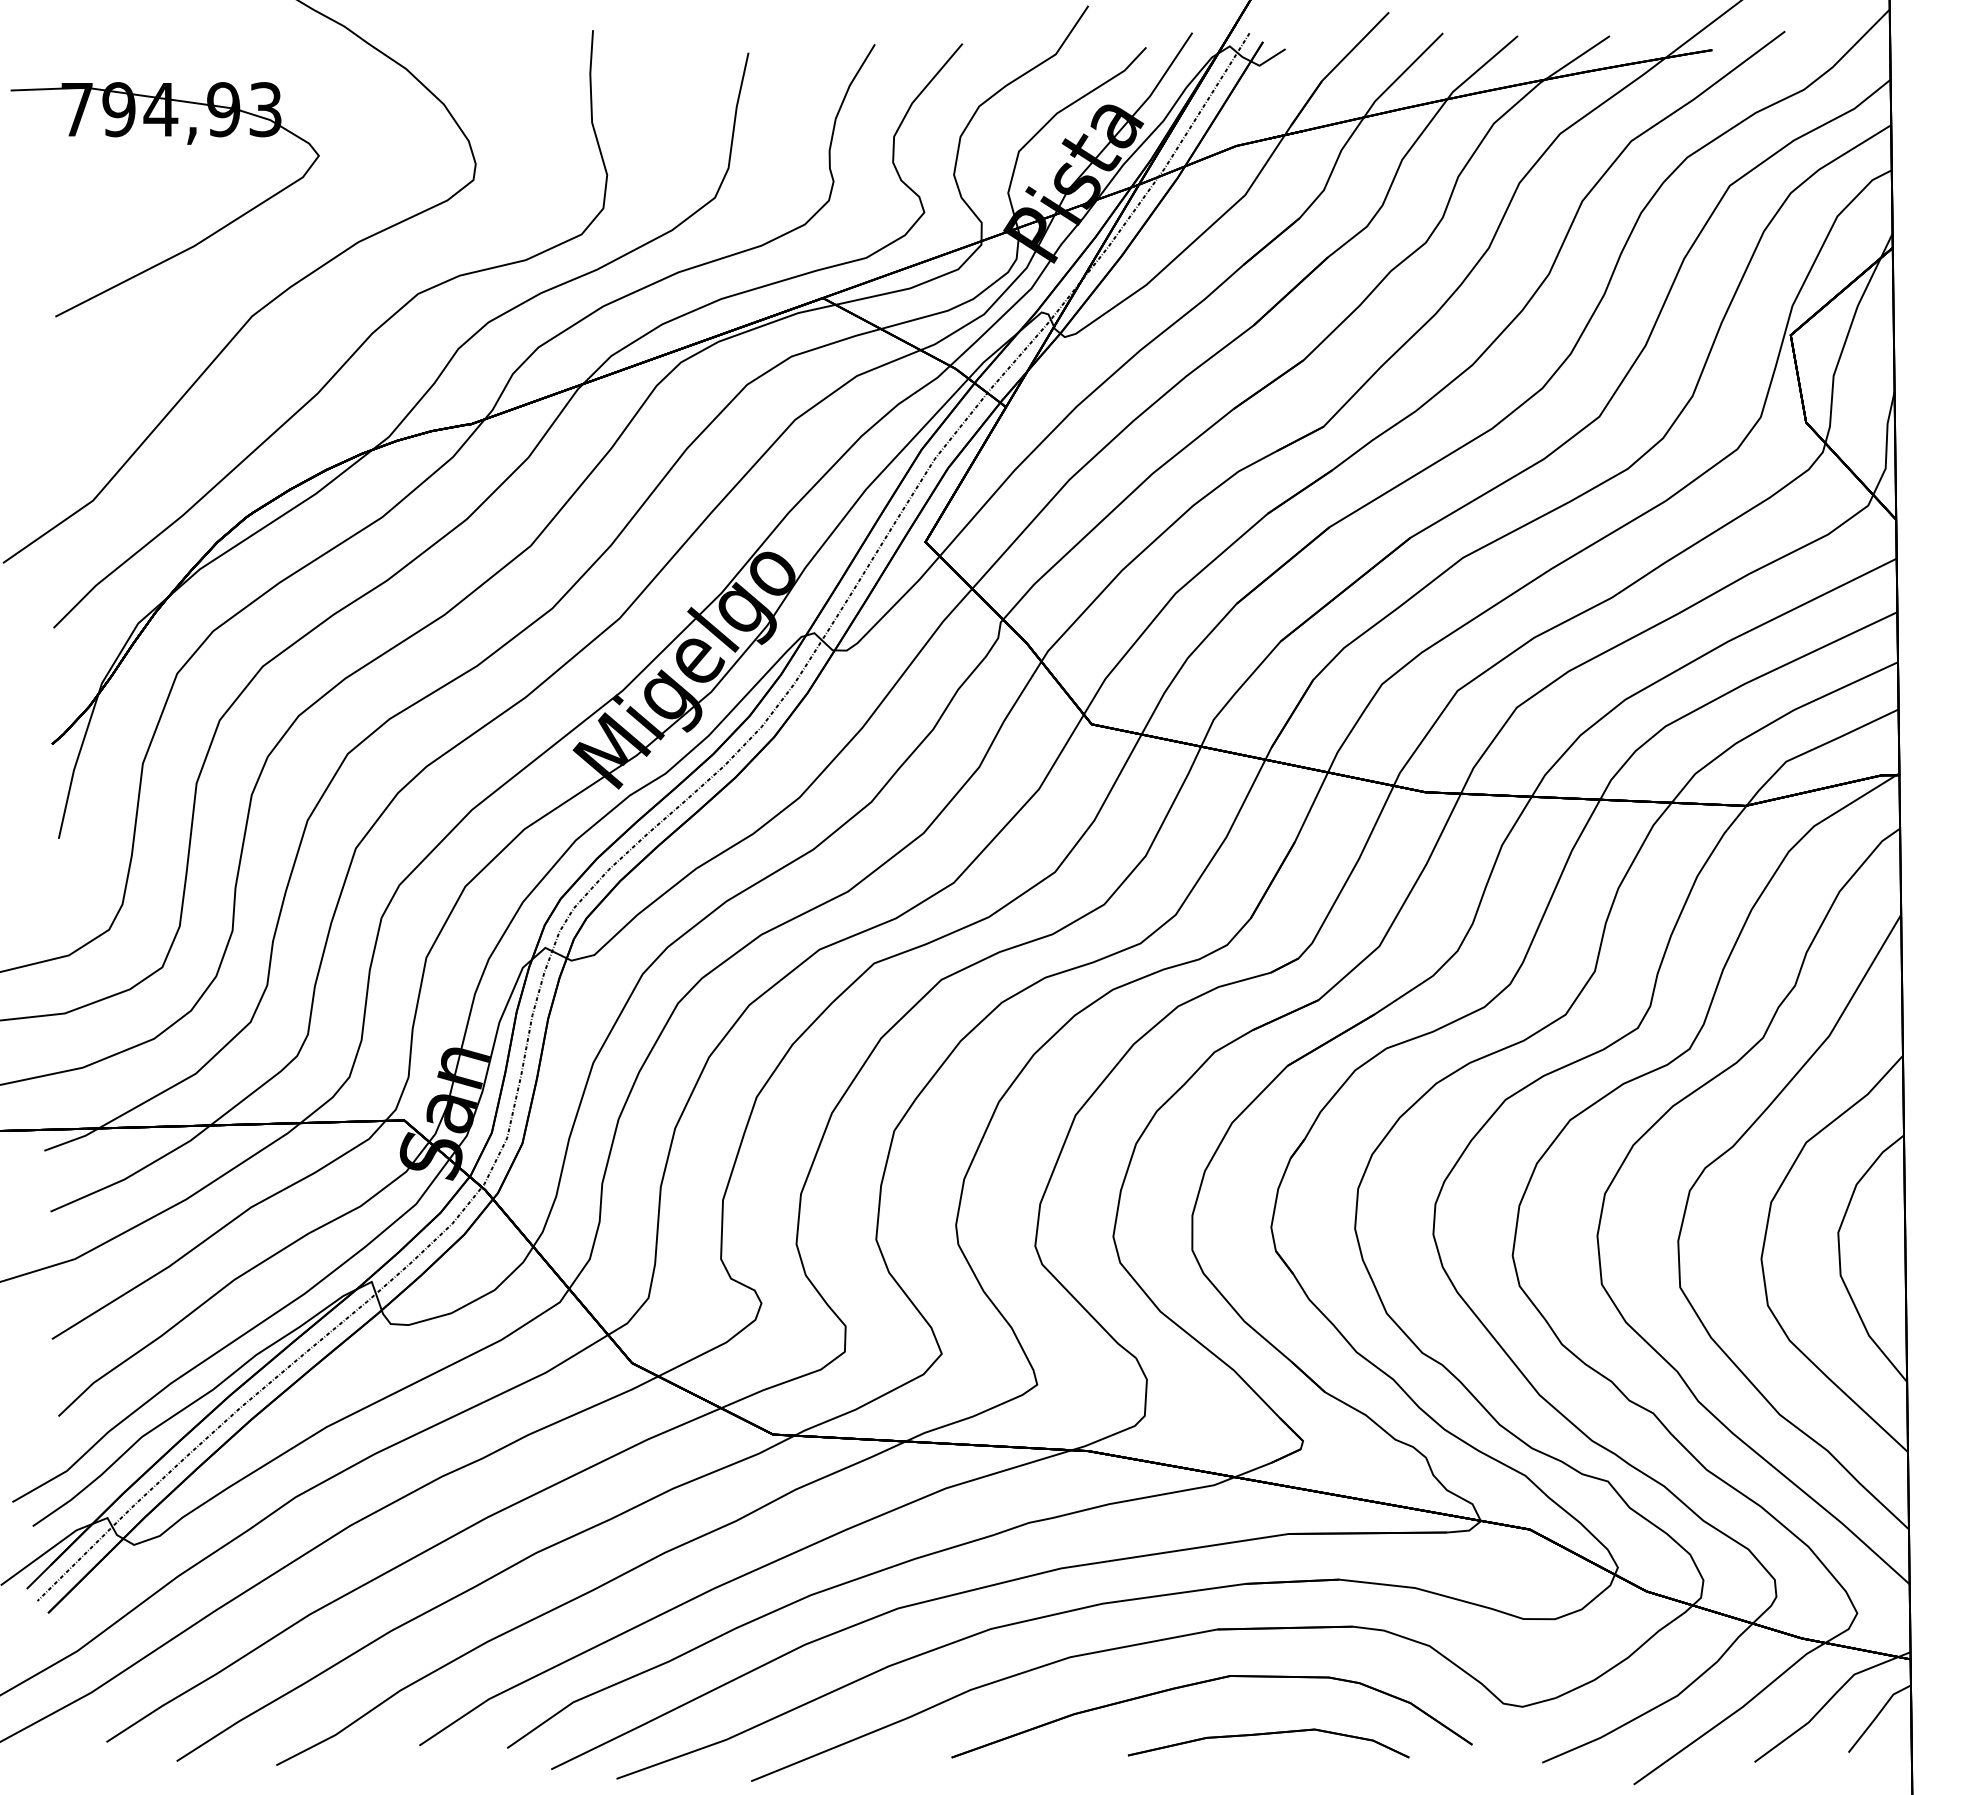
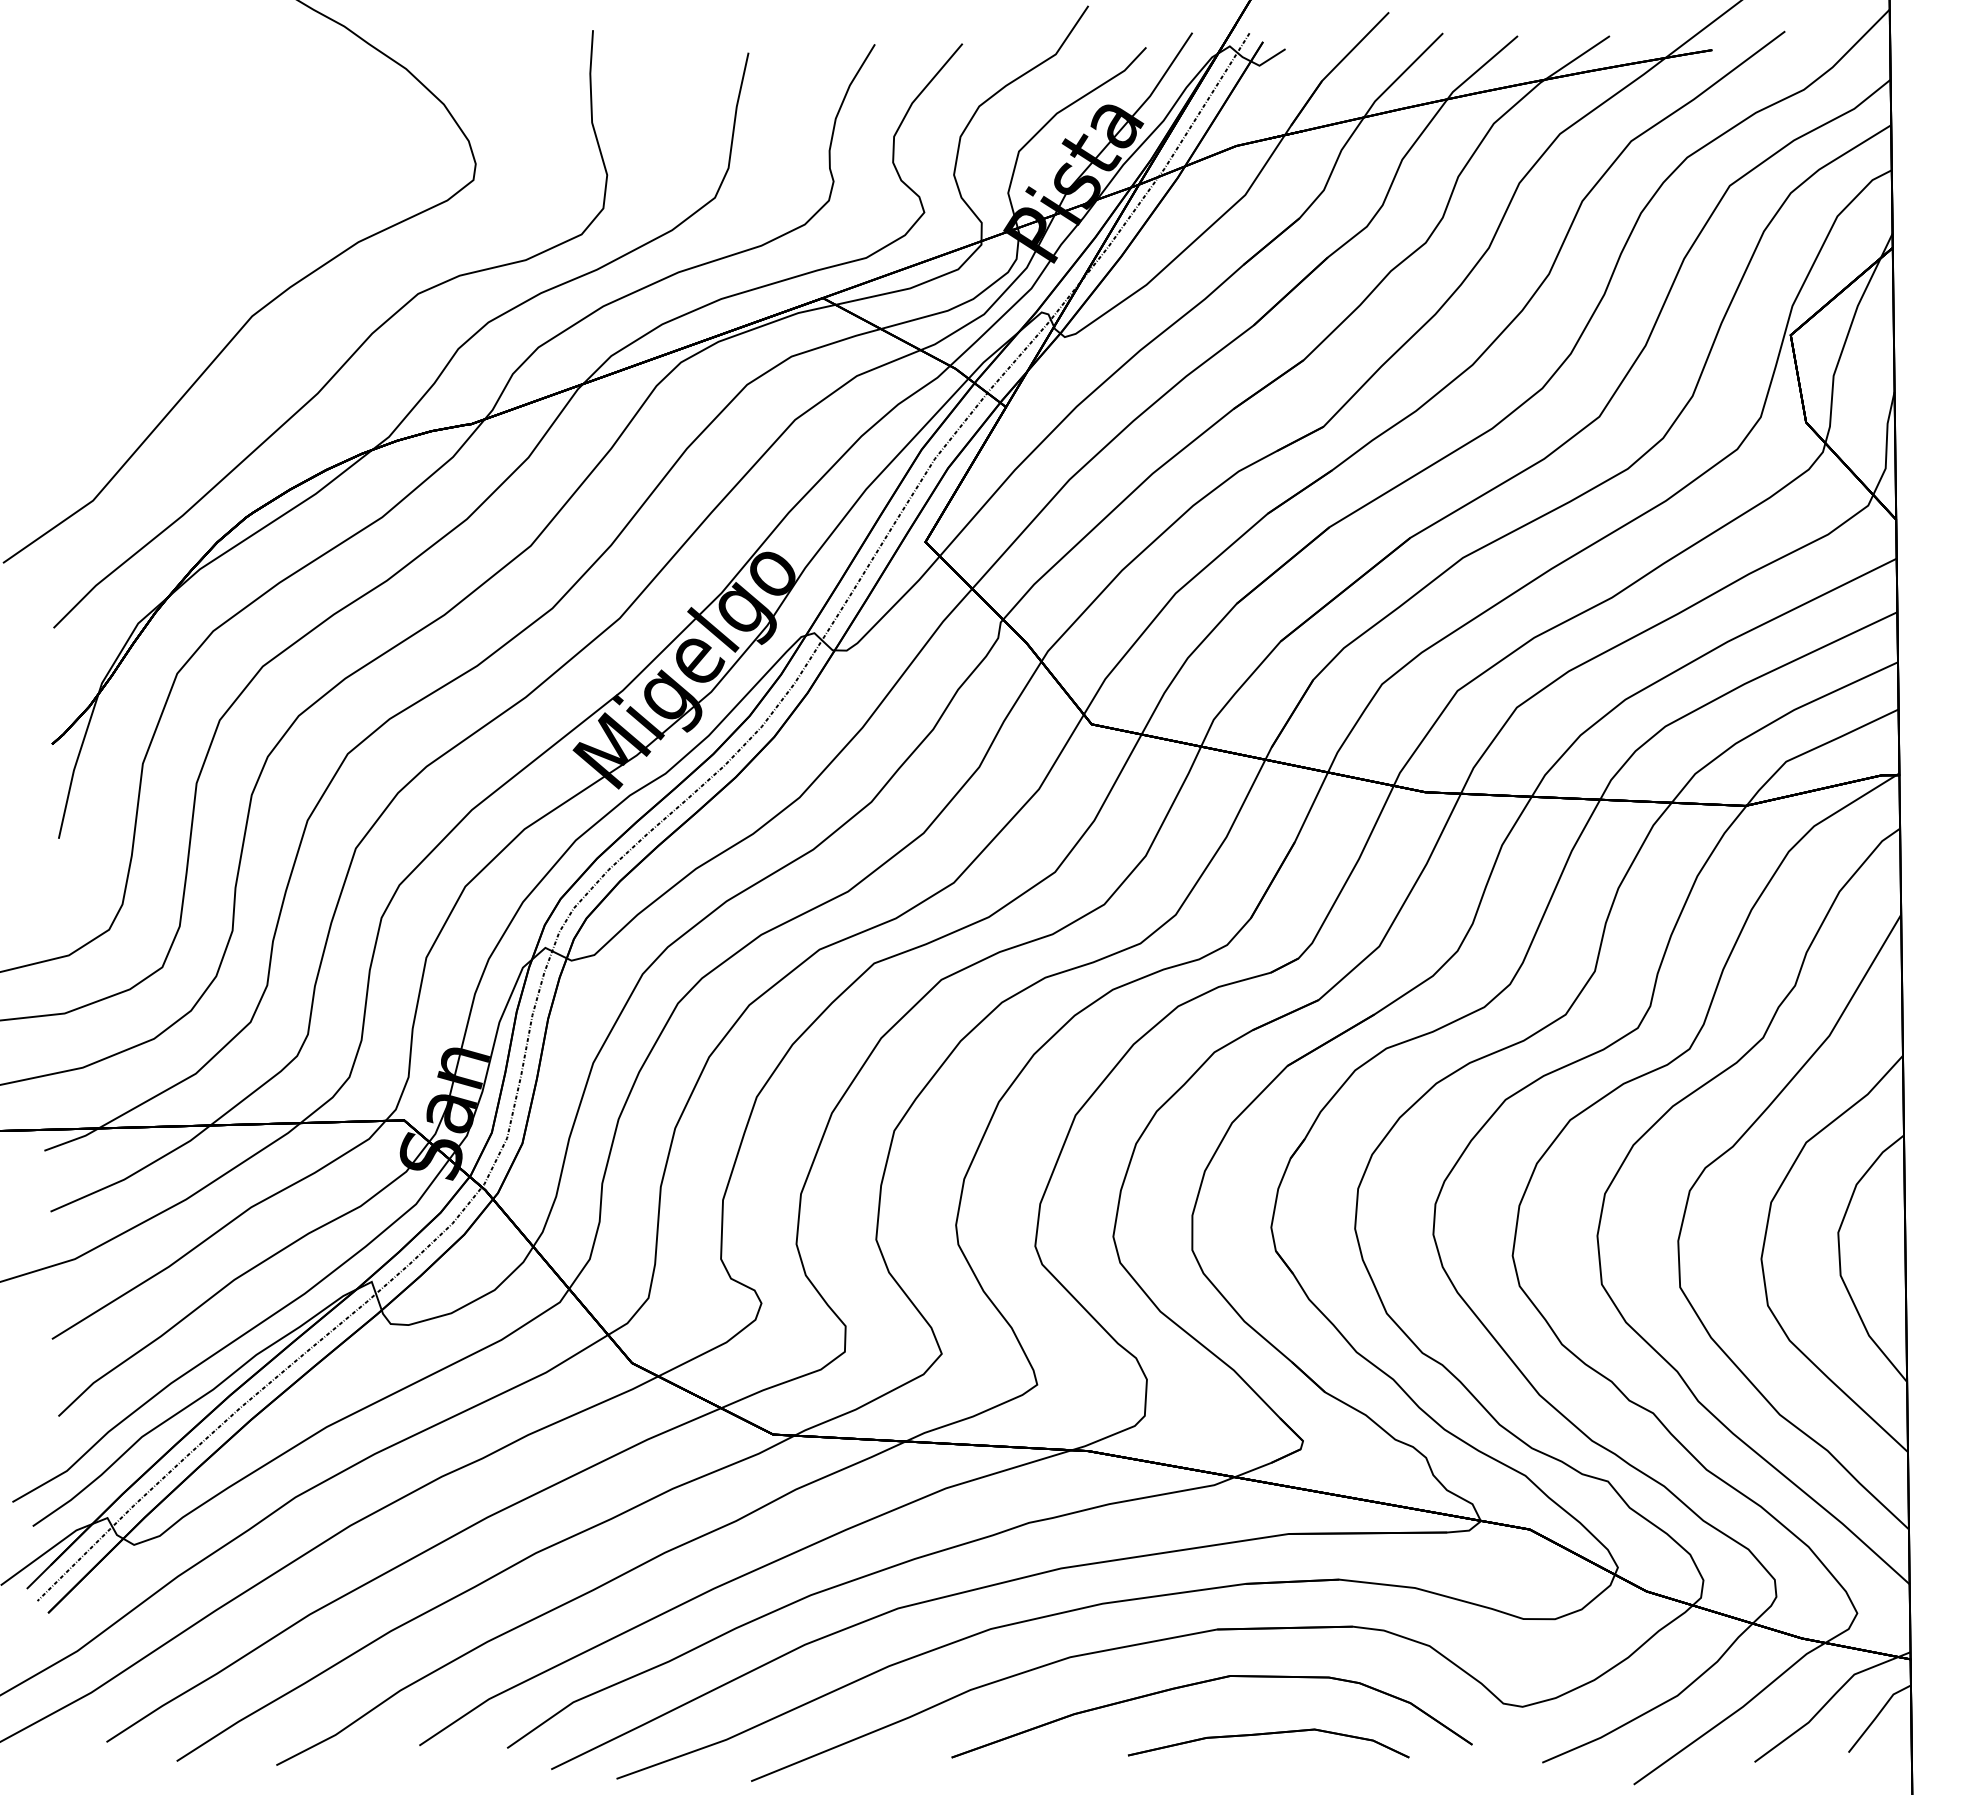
part at (194, 244): present -> none
